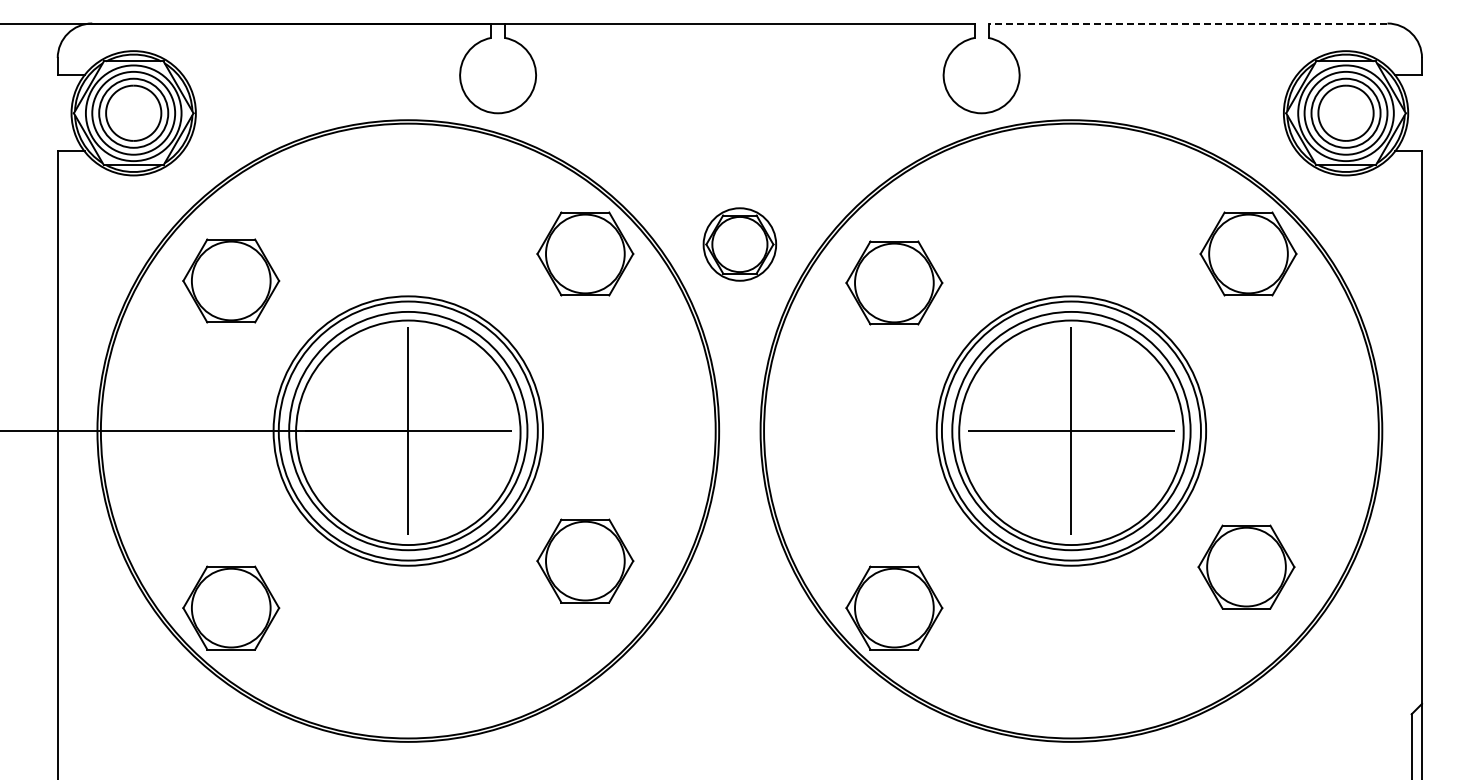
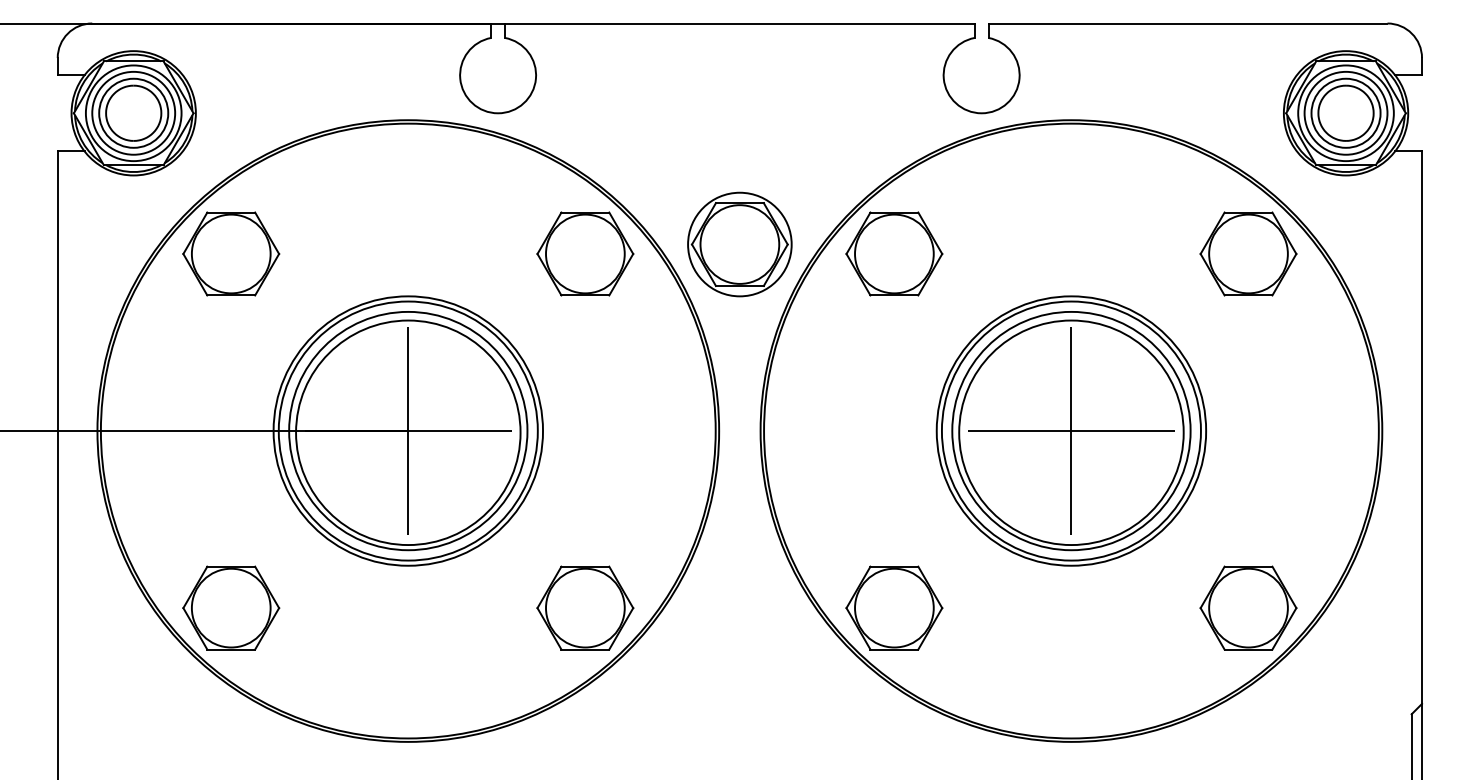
line at (1187, 23): dashed -> solid
part at (739, 244) size: 76x75 px -> 106x107 px
part at (231, 280) position: (231, 280) -> (231, 253)
part at (894, 282) position: (894, 282) -> (894, 253)
part at (585, 560) position: (585, 560) -> (585, 607)
part at (1246, 566) position: (1246, 566) -> (1248, 607)
